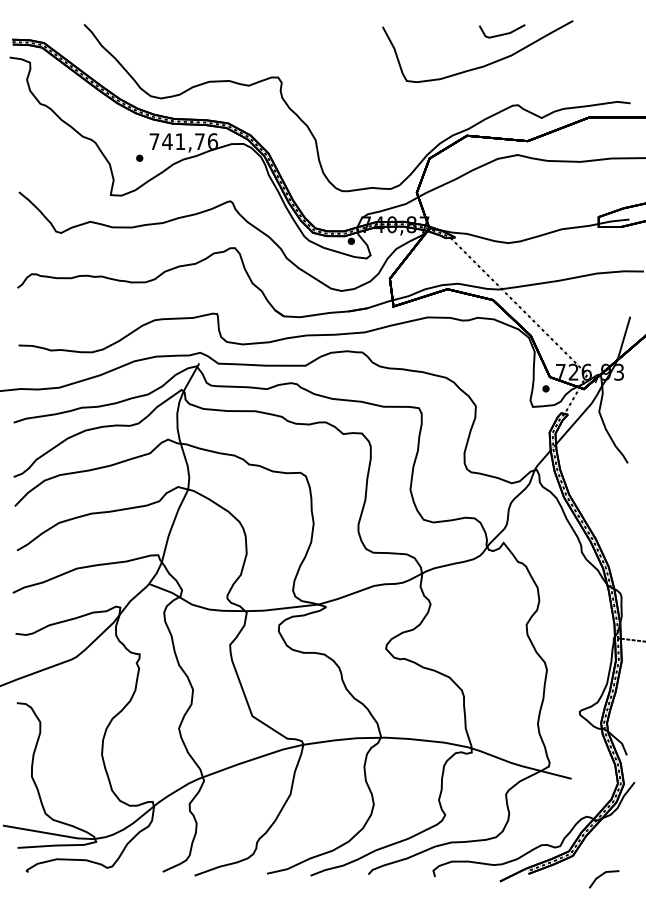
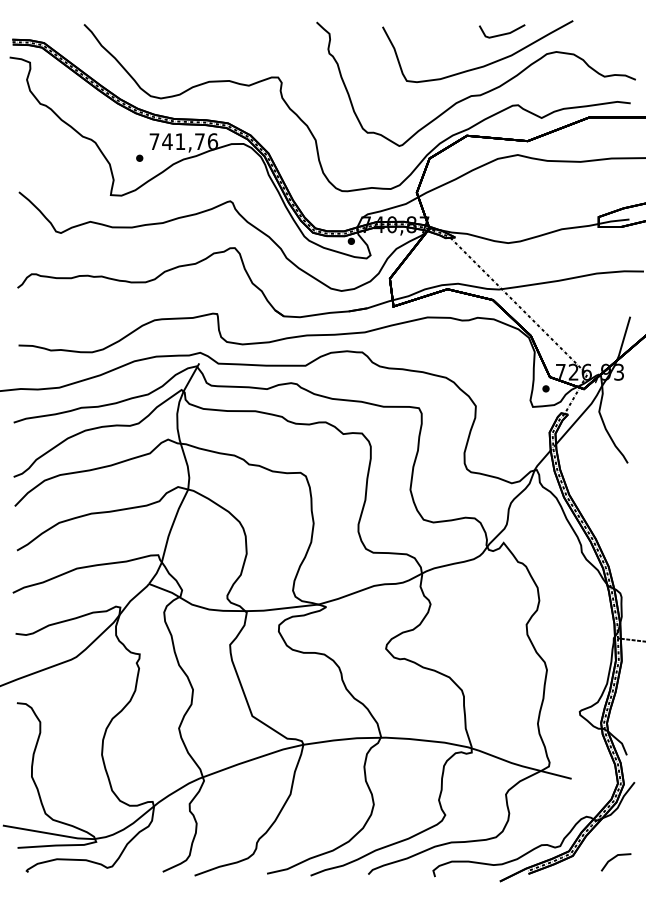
curve at (475, 94): none -> present
line at (601, 876) position: (601, 876) -> (613, 859)
